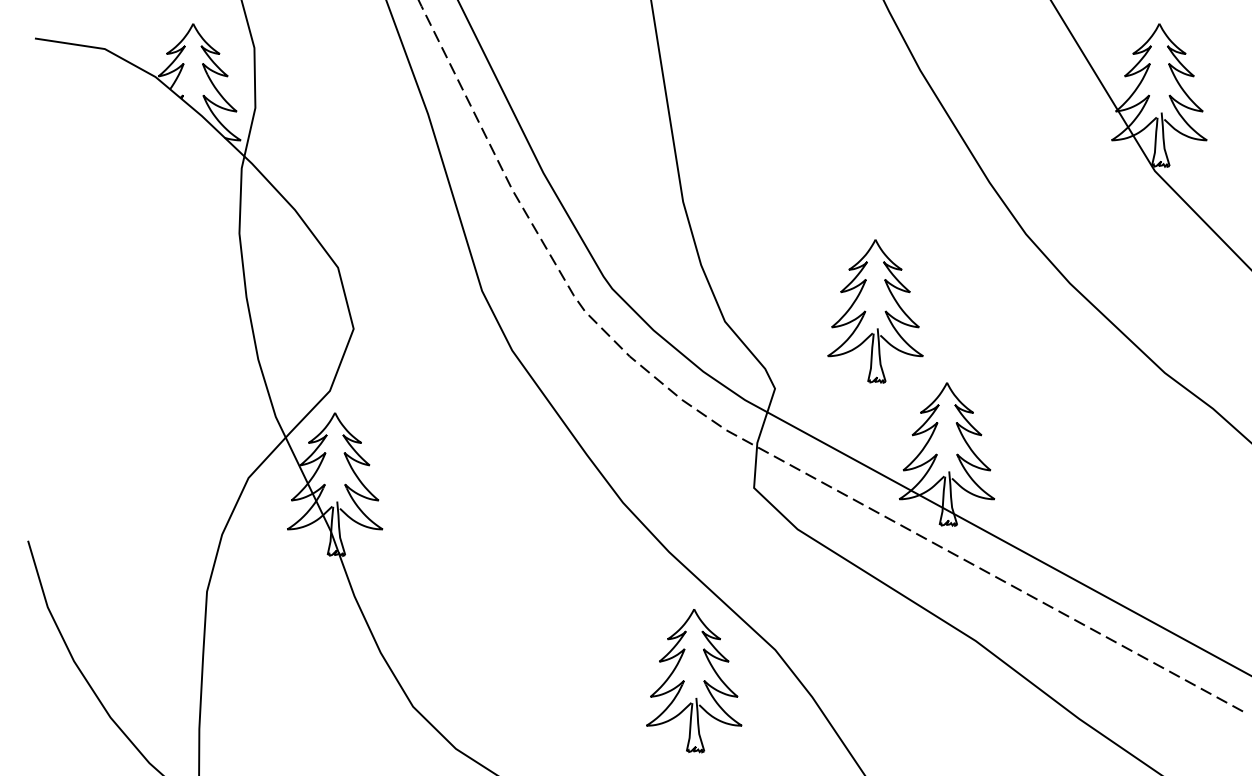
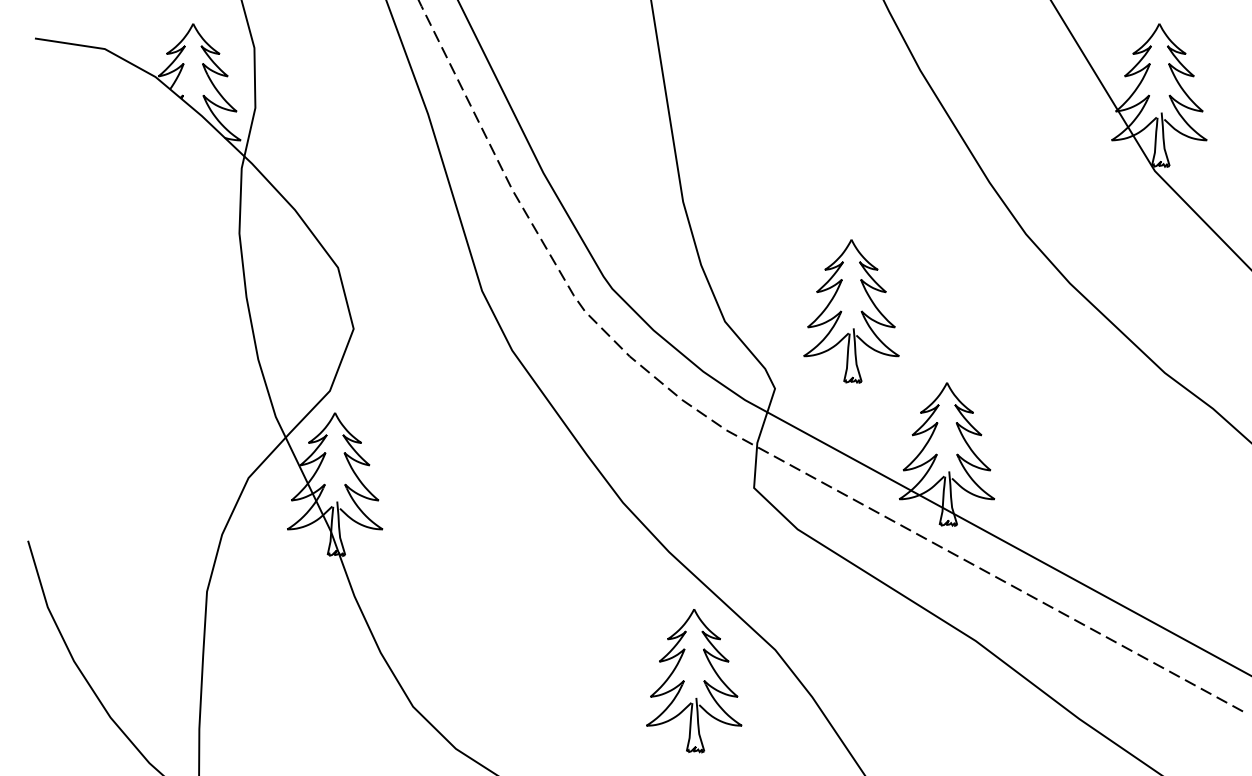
part at (875, 311) position: (875, 311) -> (851, 311)
